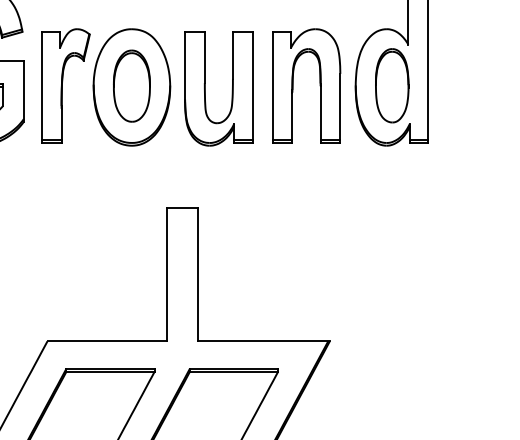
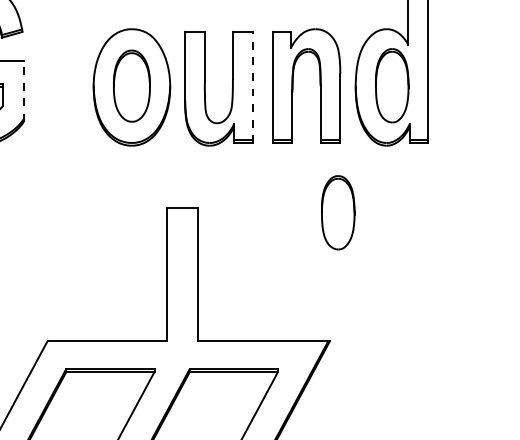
part at (65, 85): present -> none
line at (252, 87): solid -> dashed
line at (23, 91): solid -> dashed
part at (338, 212): none -> present
